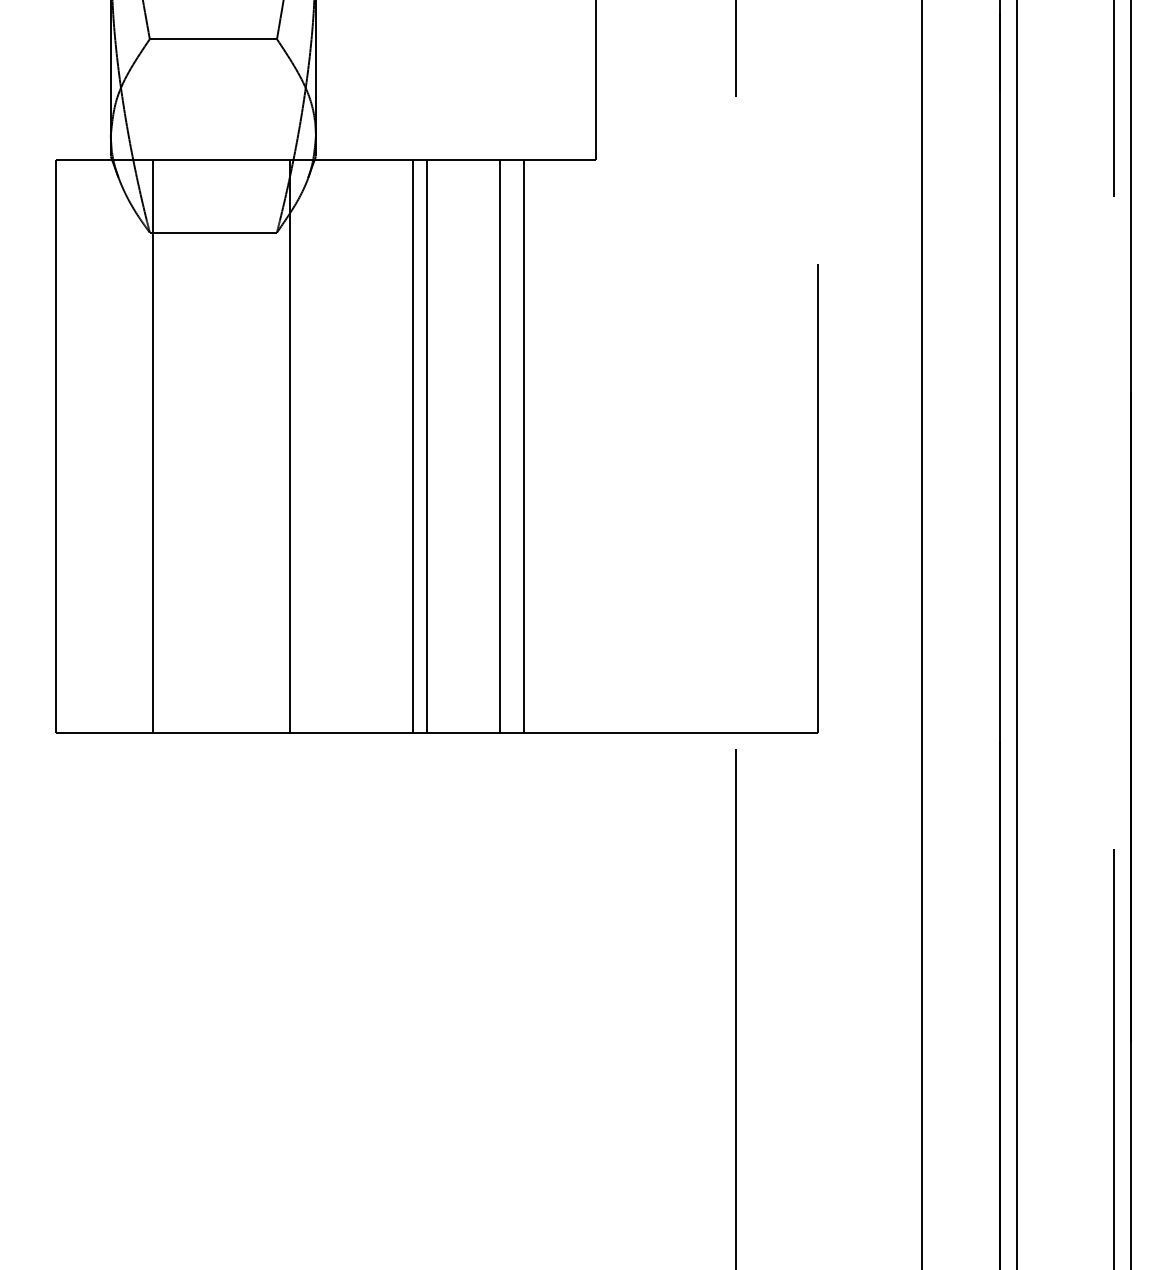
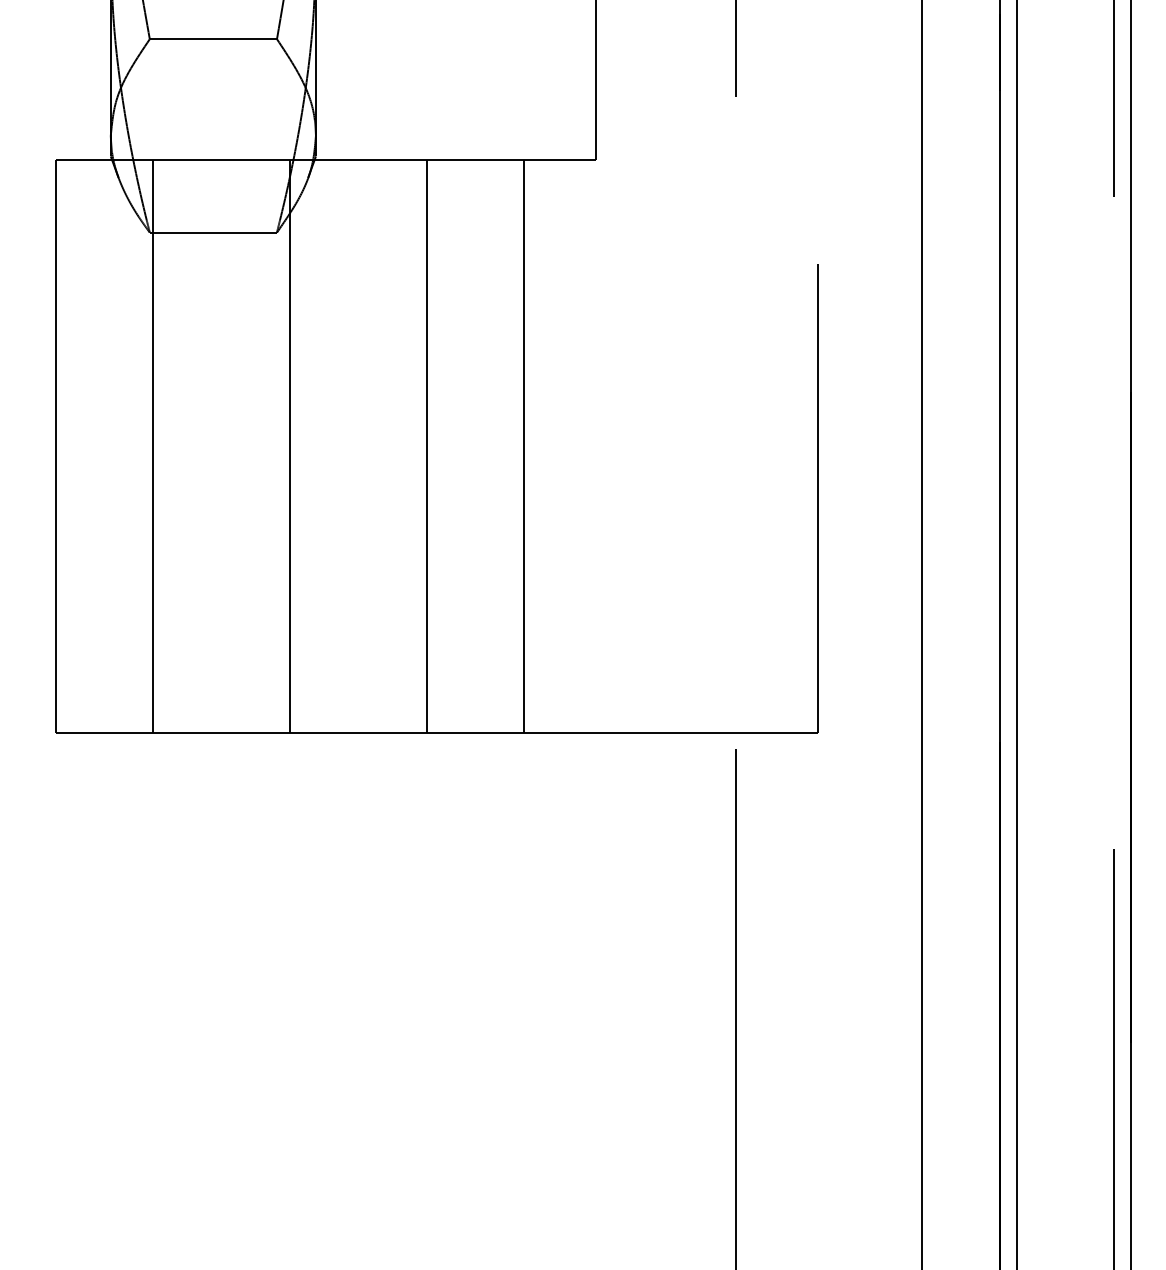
line at (412, 445): present -> none
line at (500, 445): present -> none
